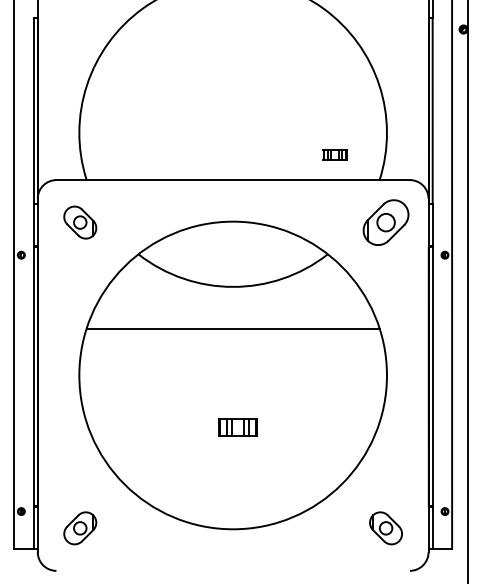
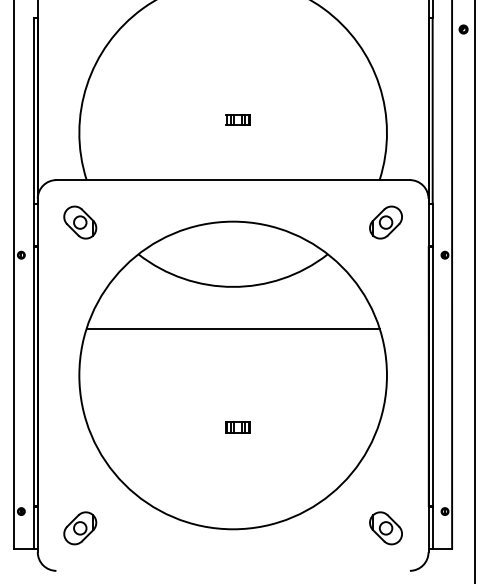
part at (334, 154) position: (334, 154) -> (237, 119)
part at (385, 222) size: 48x47 px -> 34x35 px
line at (467, 291) position: (467, 291) -> (474, 291)
part at (237, 427) size: 40x19 px -> 26x13 px
